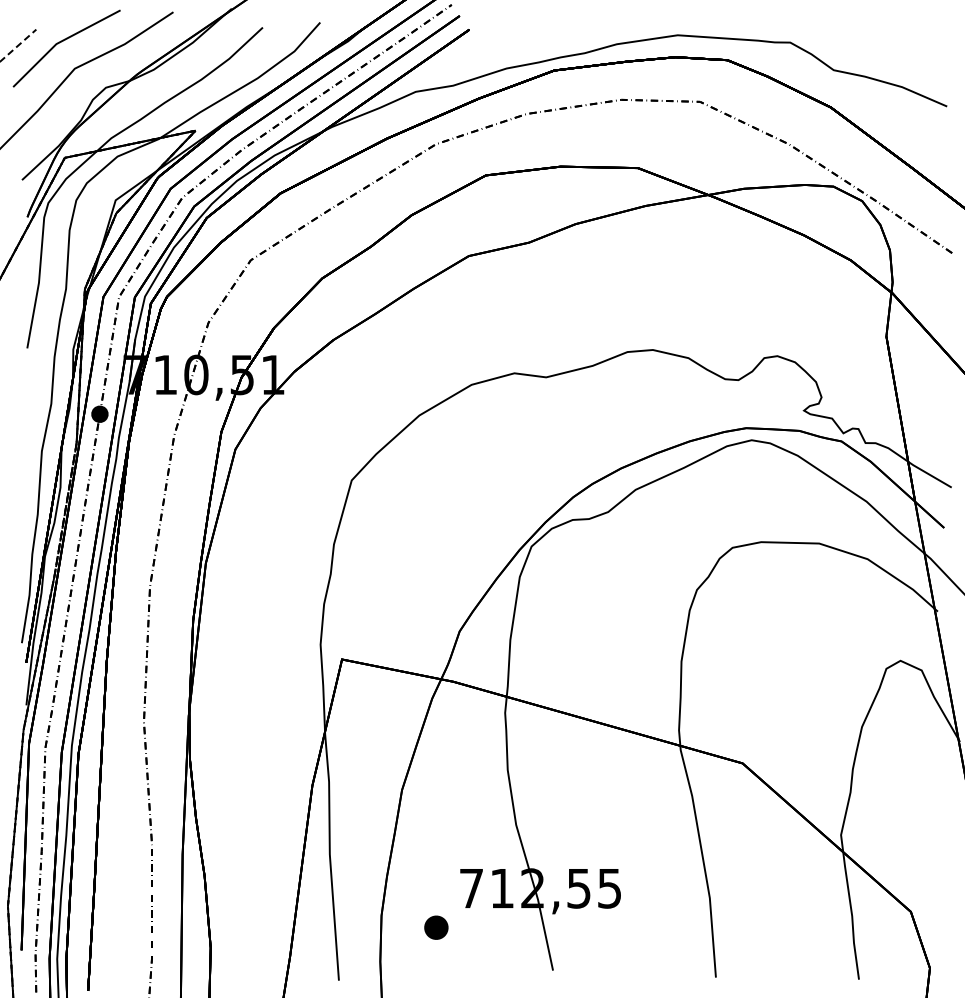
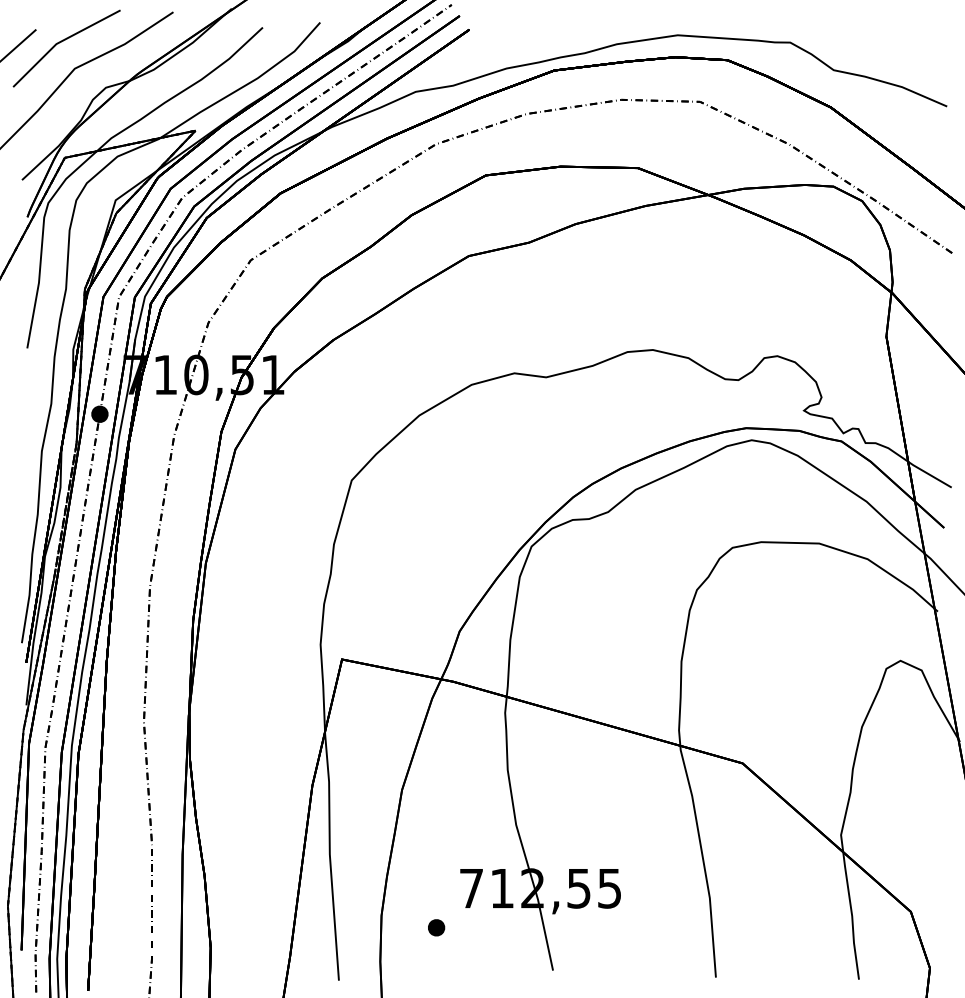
line at (18, 45): dashed -> solid
part at (436, 927) size: 25x25 px -> 18x18 px
